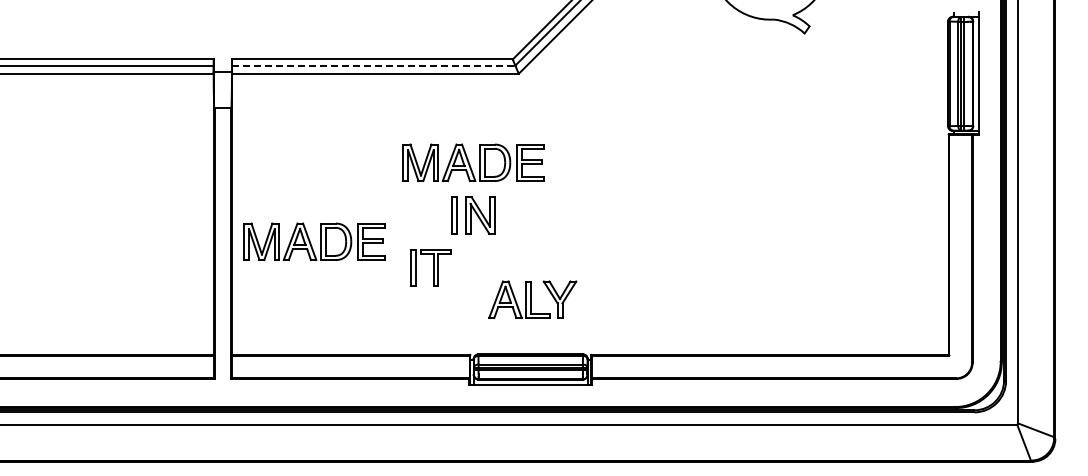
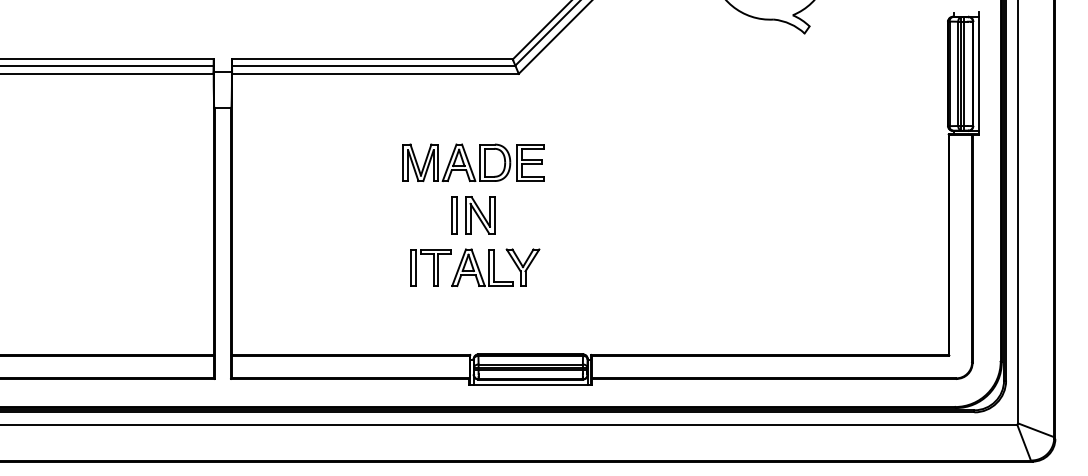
line at (373, 65): dashed -> solid
part at (314, 241): present -> none
part at (532, 299) position: (532, 299) -> (495, 267)
